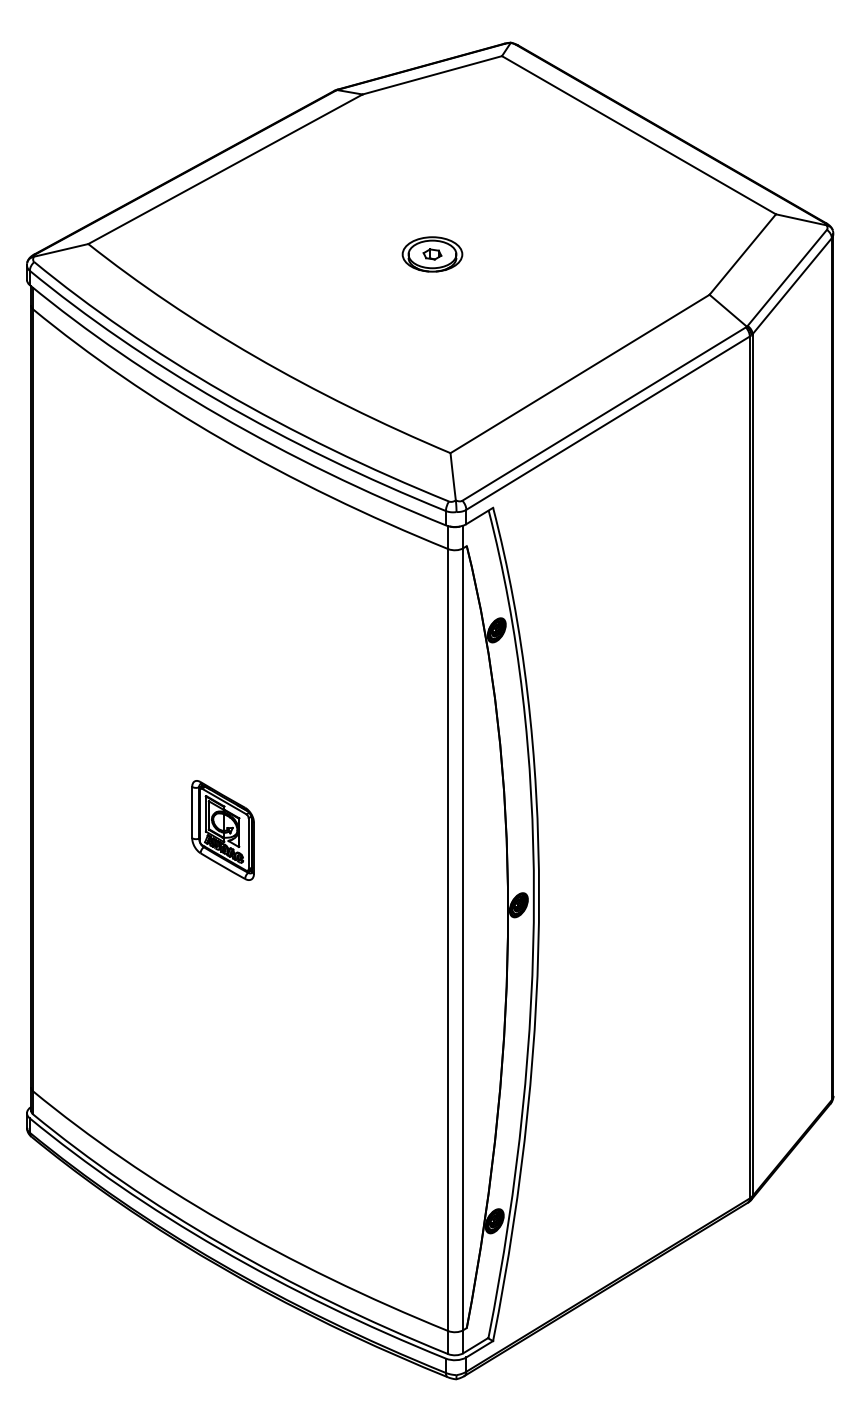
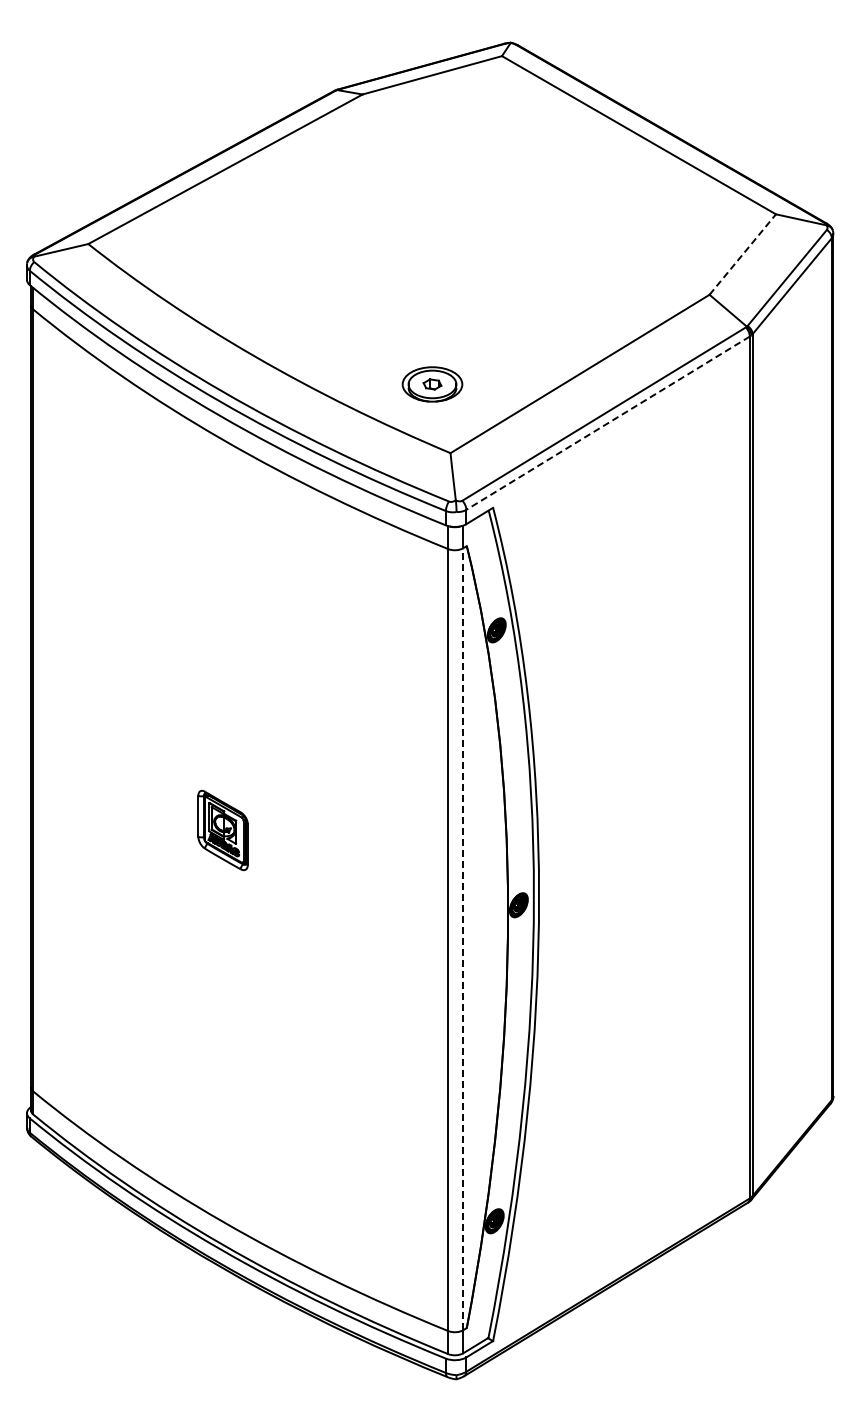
part at (432, 254) position: (432, 254) -> (432, 384)
line at (743, 254): solid -> dashed
line at (607, 423): solid -> dashed
part at (222, 830) size: 64x101 px -> 52x83 px
line at (463, 939): solid -> dashed
